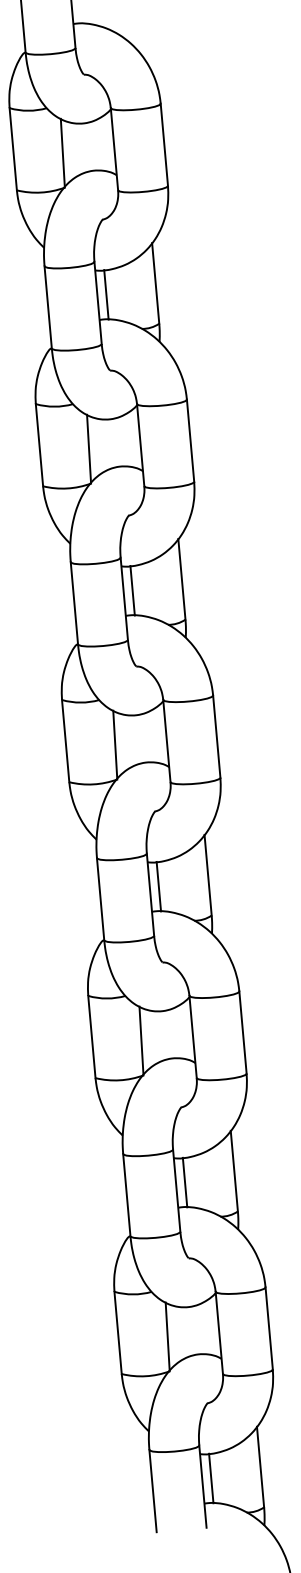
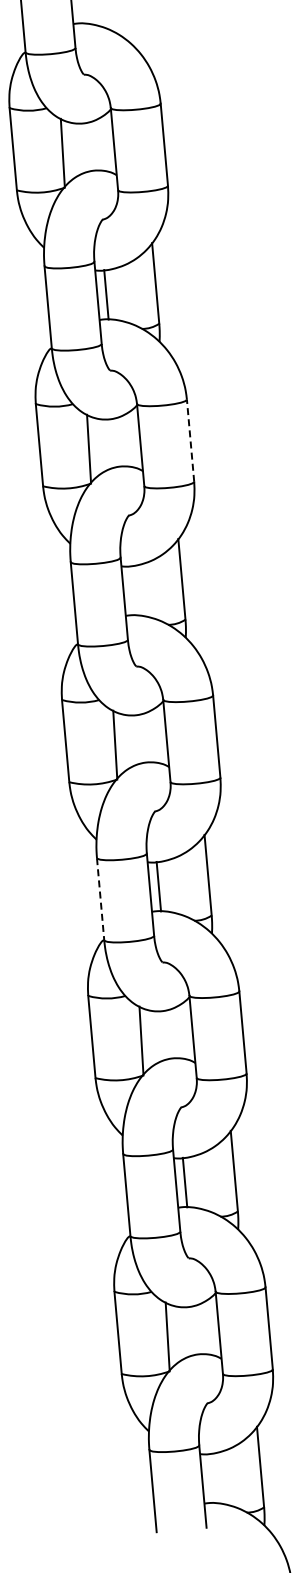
line at (190, 440): solid -> dashed
line at (132, 590): present -> none
line at (100, 899): solid -> dashed
line at (211, 1478): present -> none
